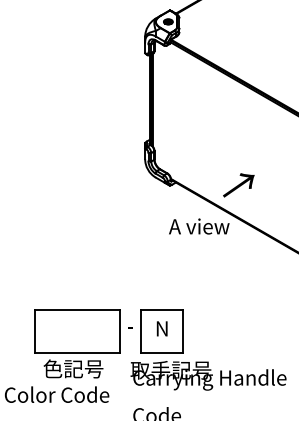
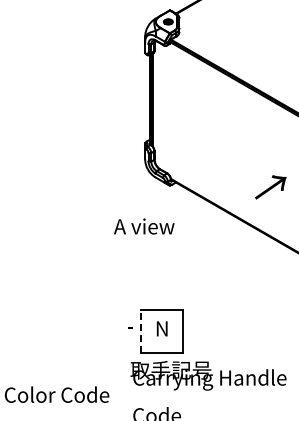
text at (238, 185) position: (238, 185) -> (270, 187)
text at (199, 226) position: (199, 226) -> (144, 226)
line at (140, 331): solid -> dashed
part at (77, 343): present -> none
